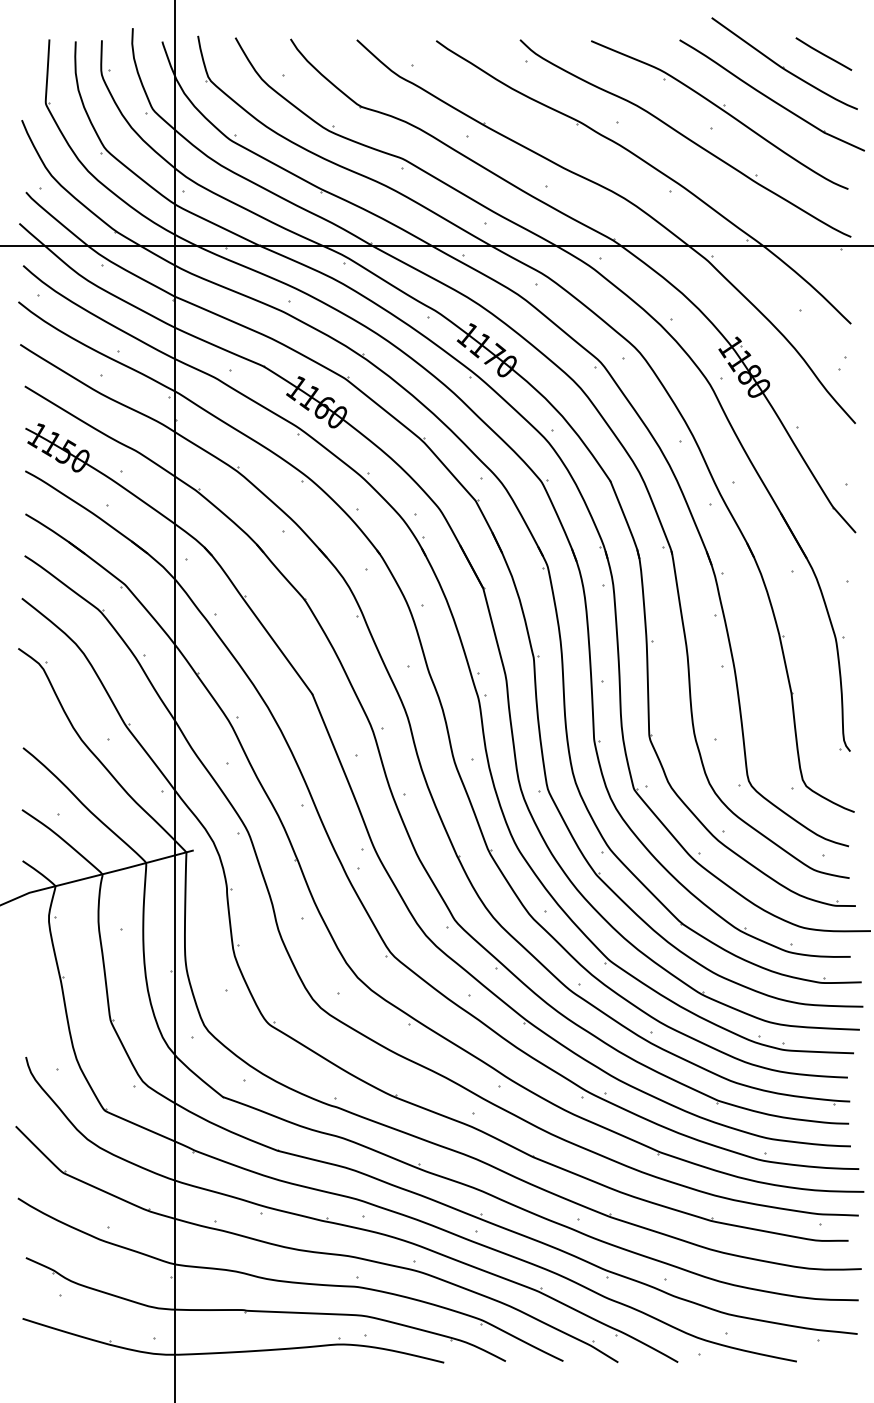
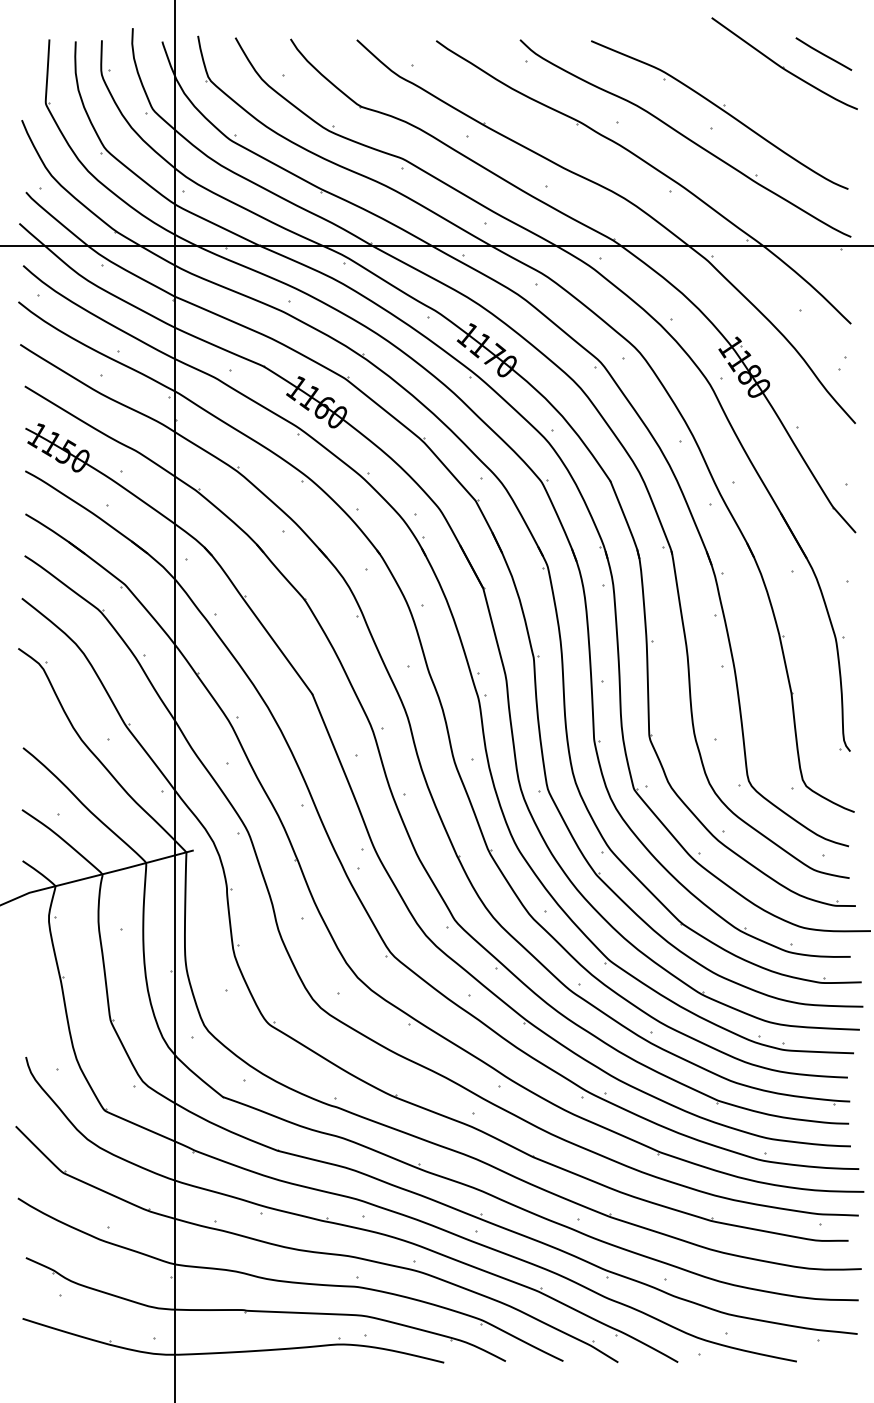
part at (771, 95): present -> none
